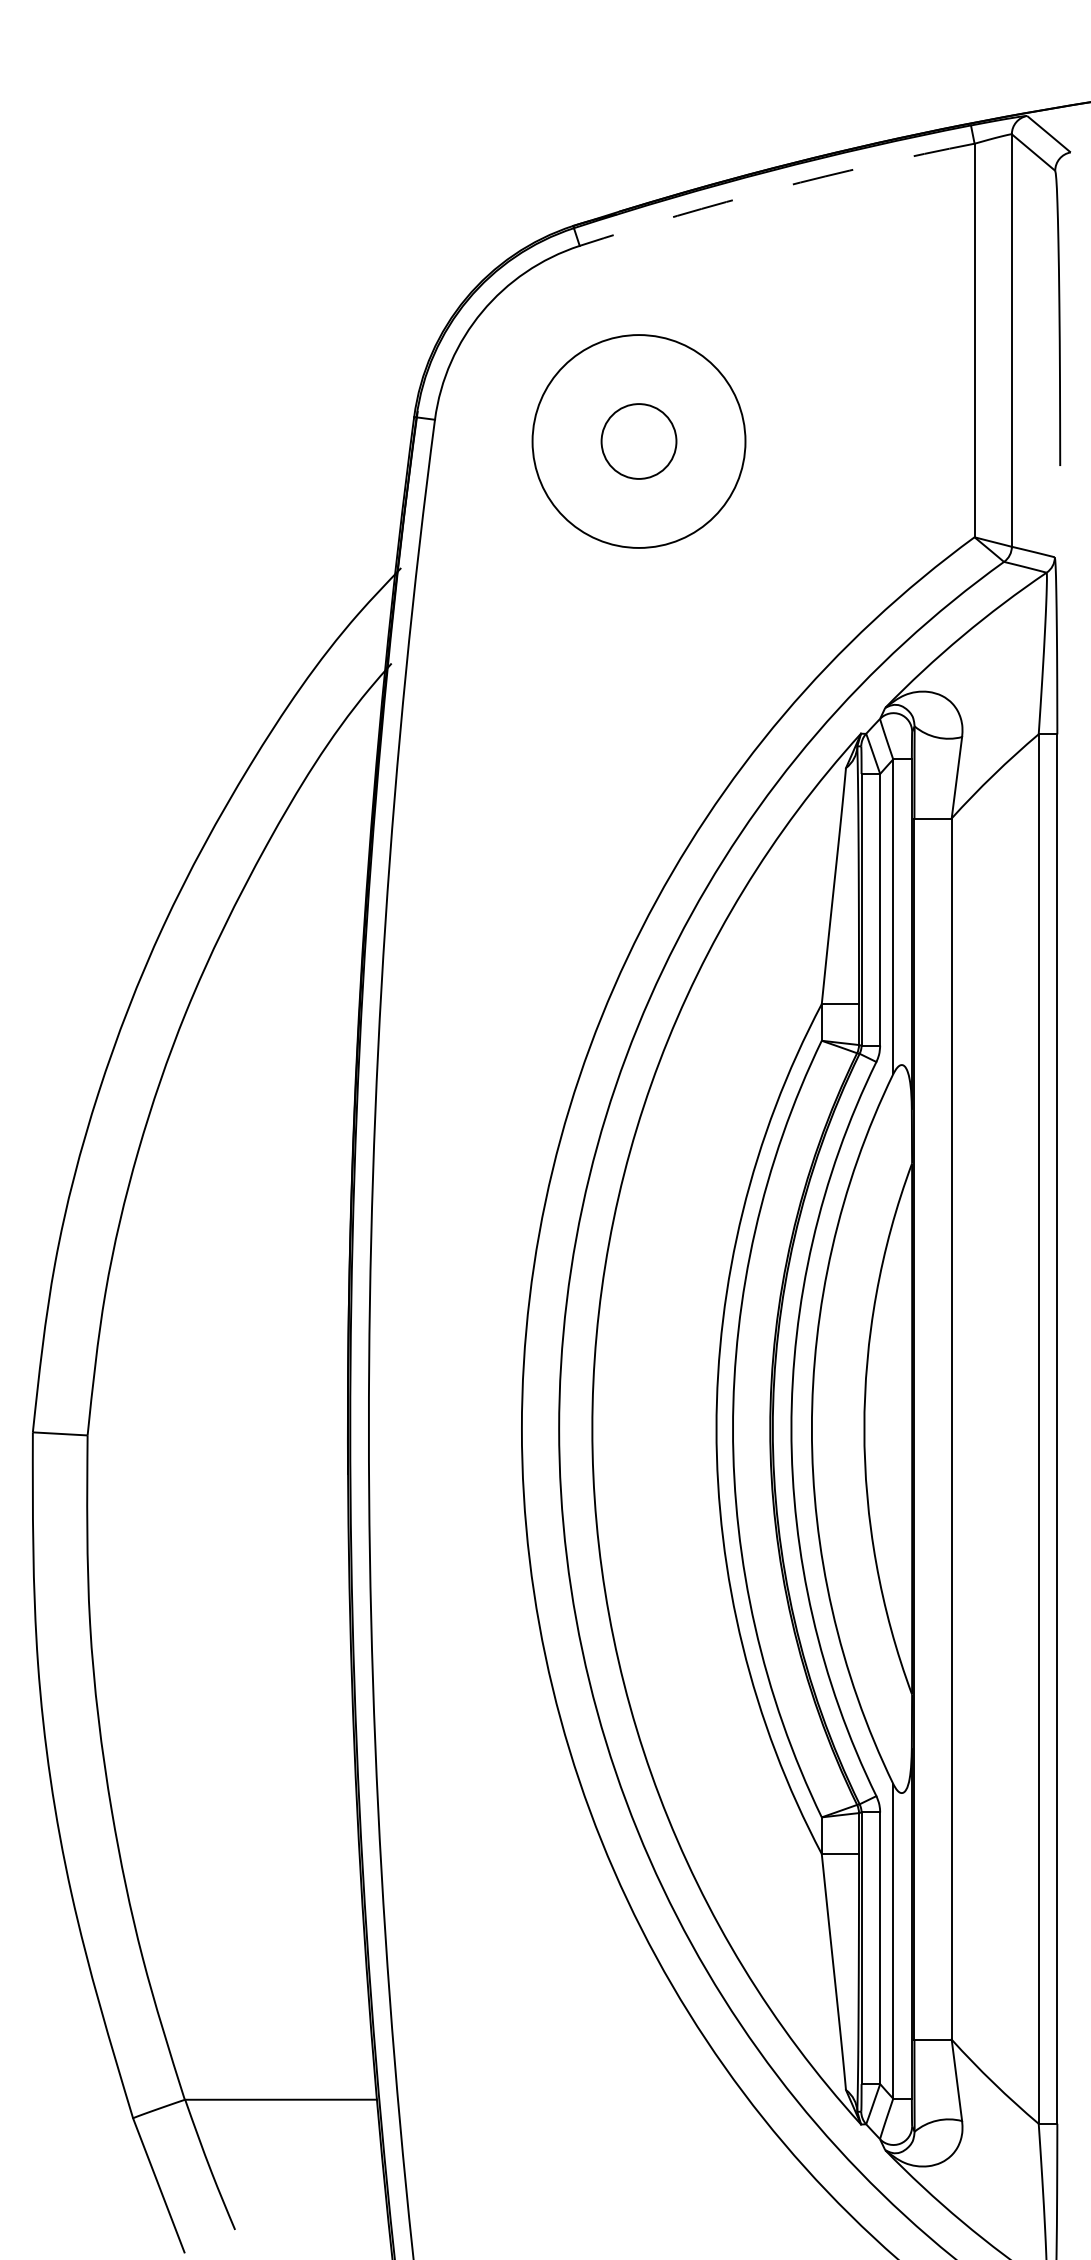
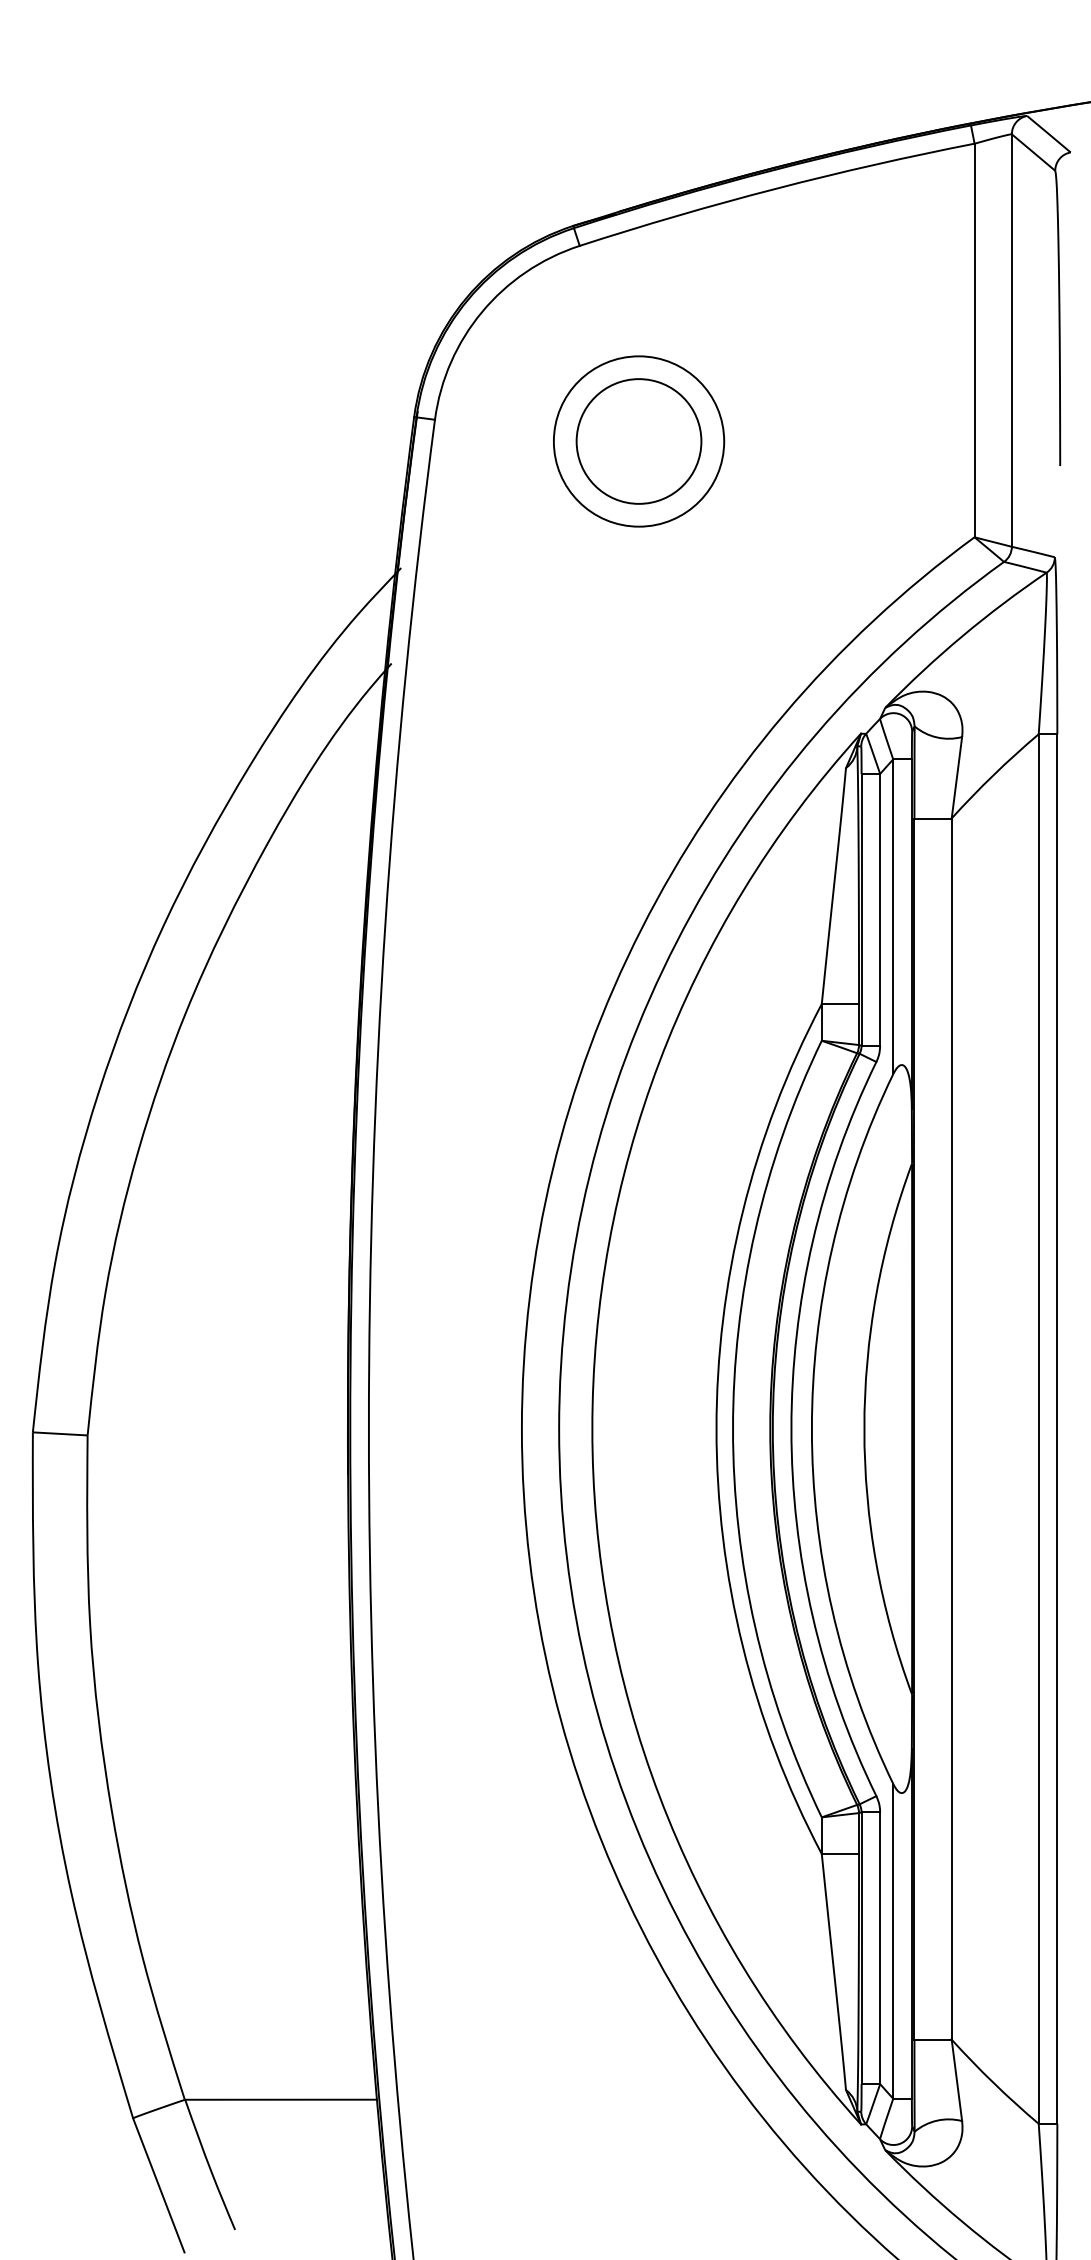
arc at (775, 188): dashed -> solid
circle at (638, 441) diameter: 213 px -> 170 px
circle at (638, 441) diameter: 75 px -> 125 px
